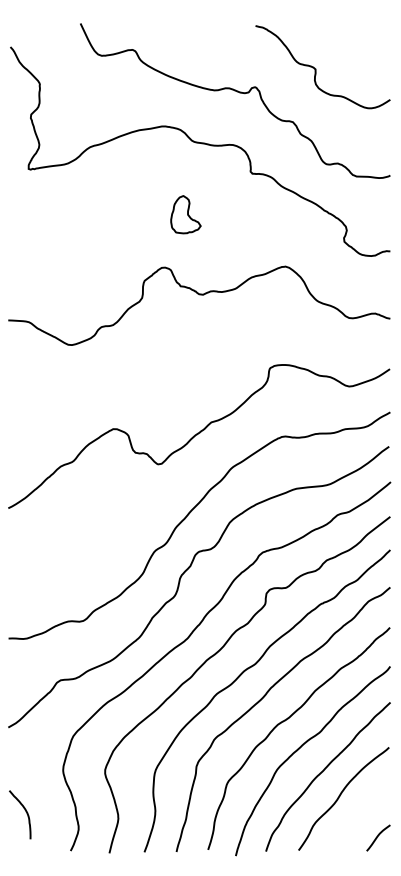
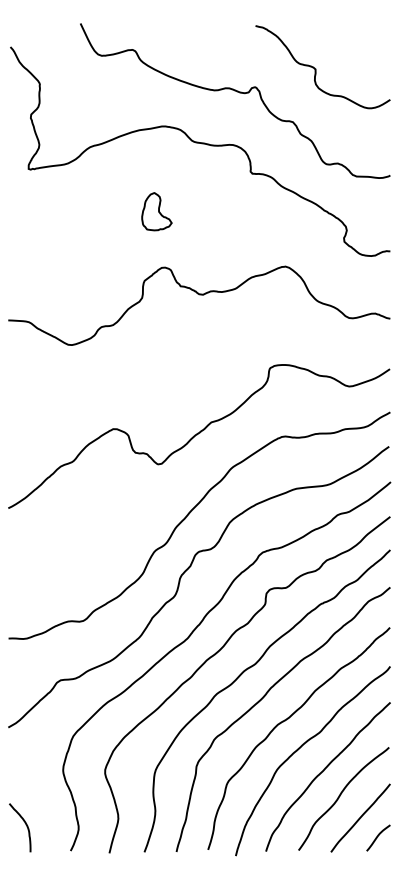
part at (185, 214) position: (185, 214) -> (156, 211)
curve at (24, 810) position: (24, 810) -> (24, 823)
curve at (360, 817): none -> present
